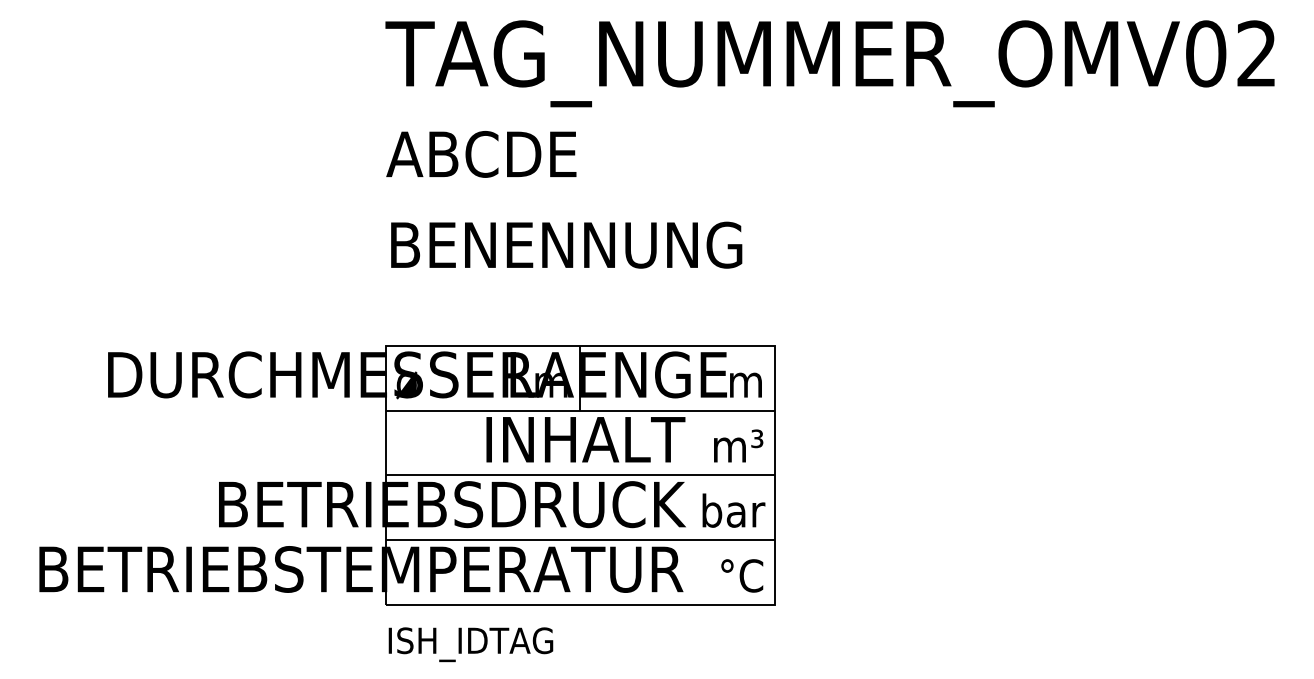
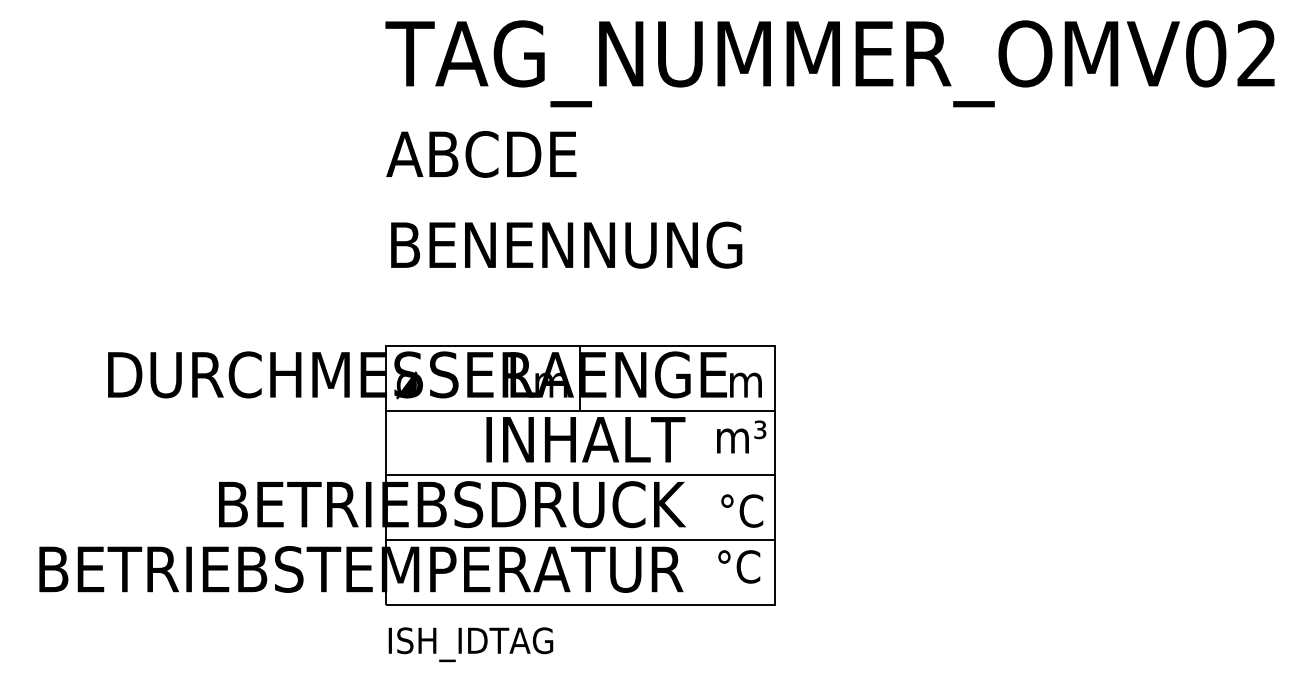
text at (738, 445) position: (738, 445) -> (741, 436)
text at (733, 510): bar -> °C
text at (742, 575) position: (742, 575) -> (739, 566)
